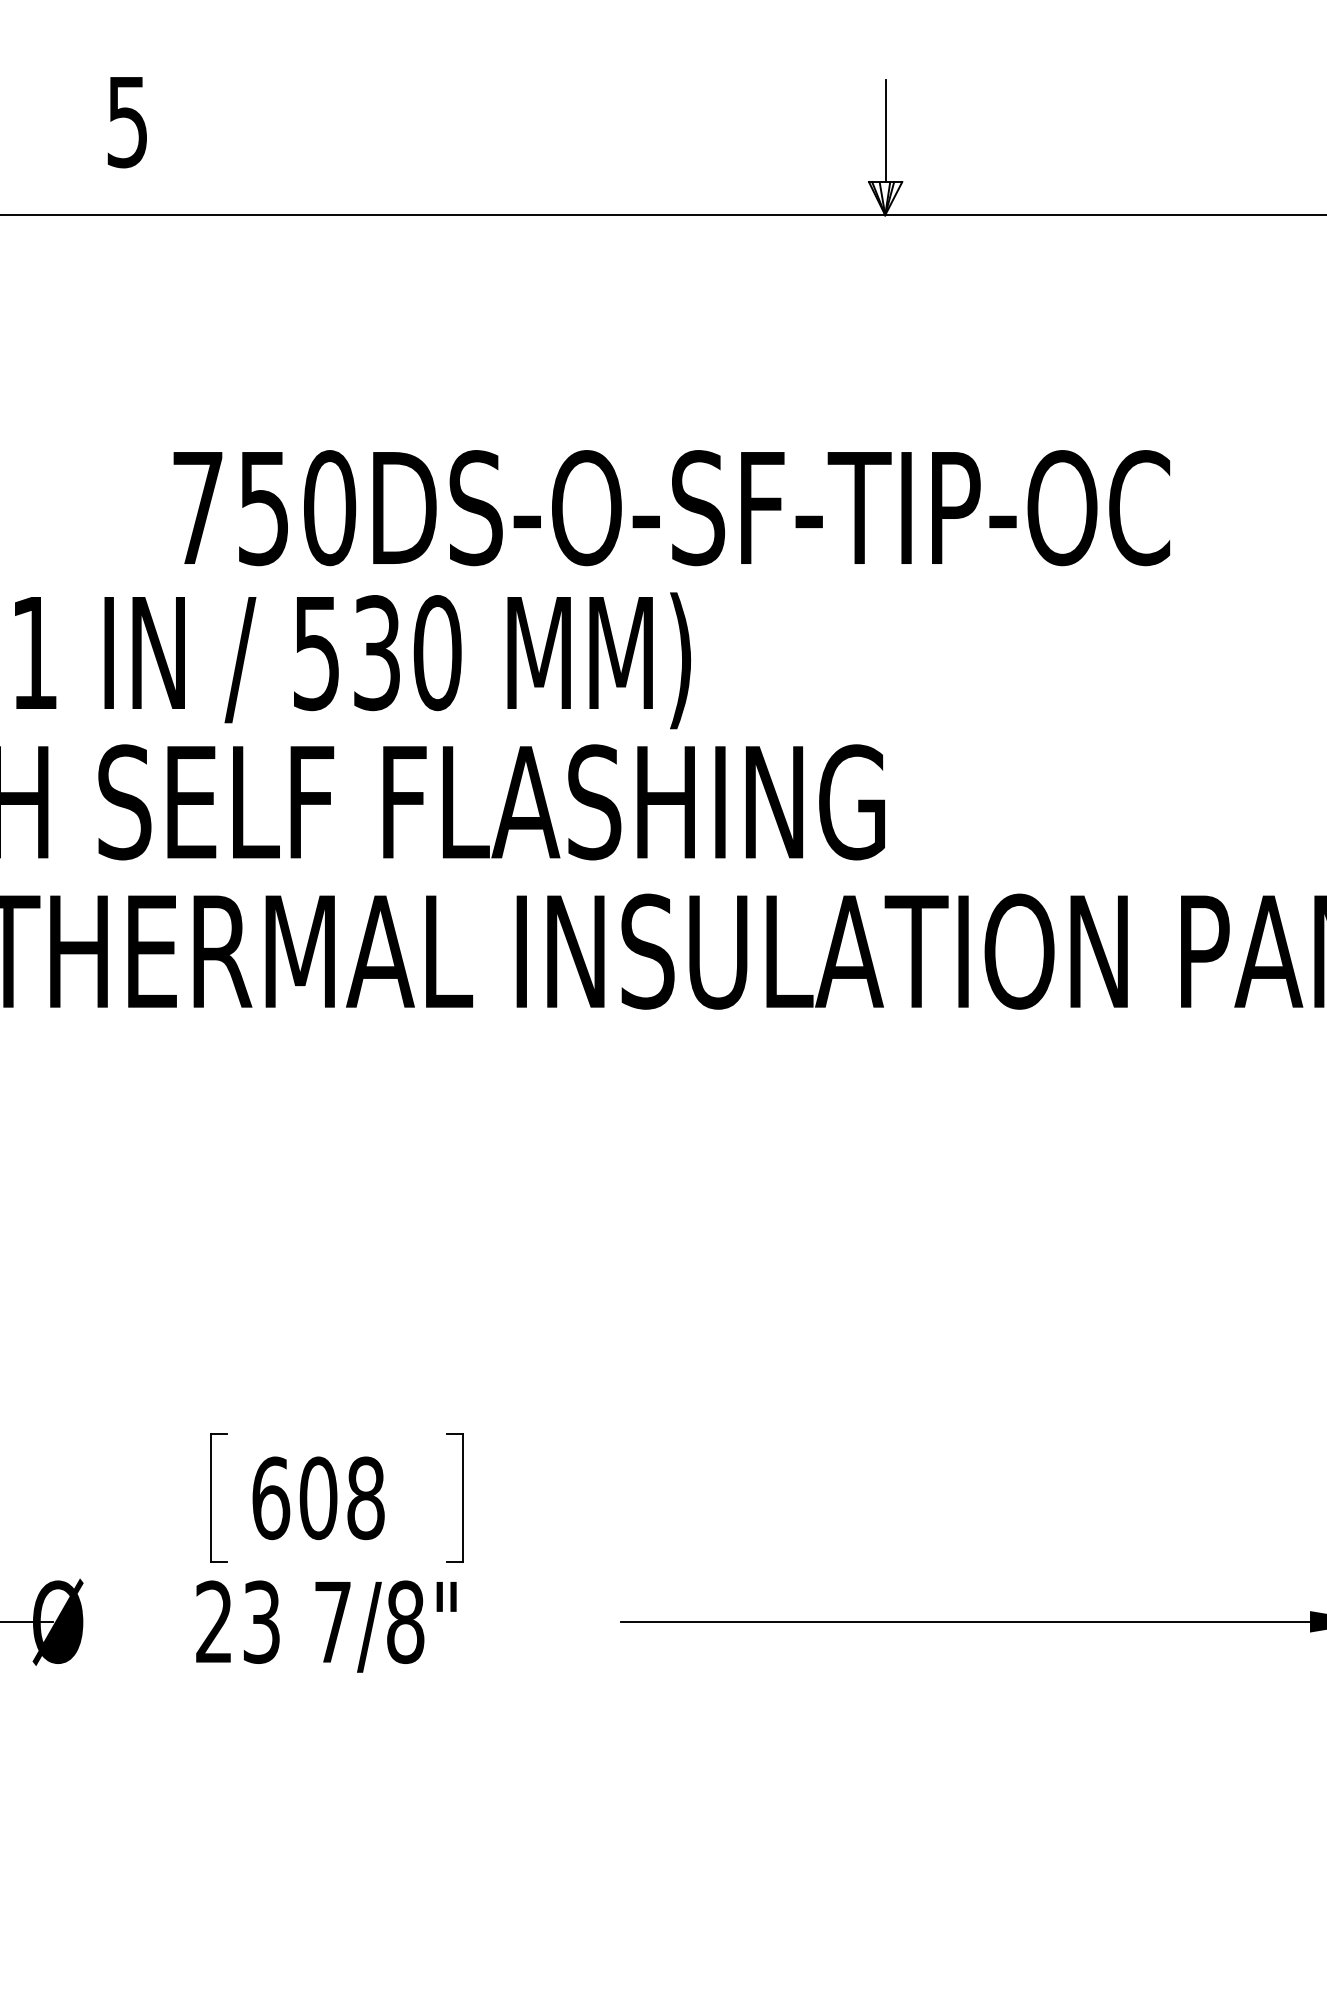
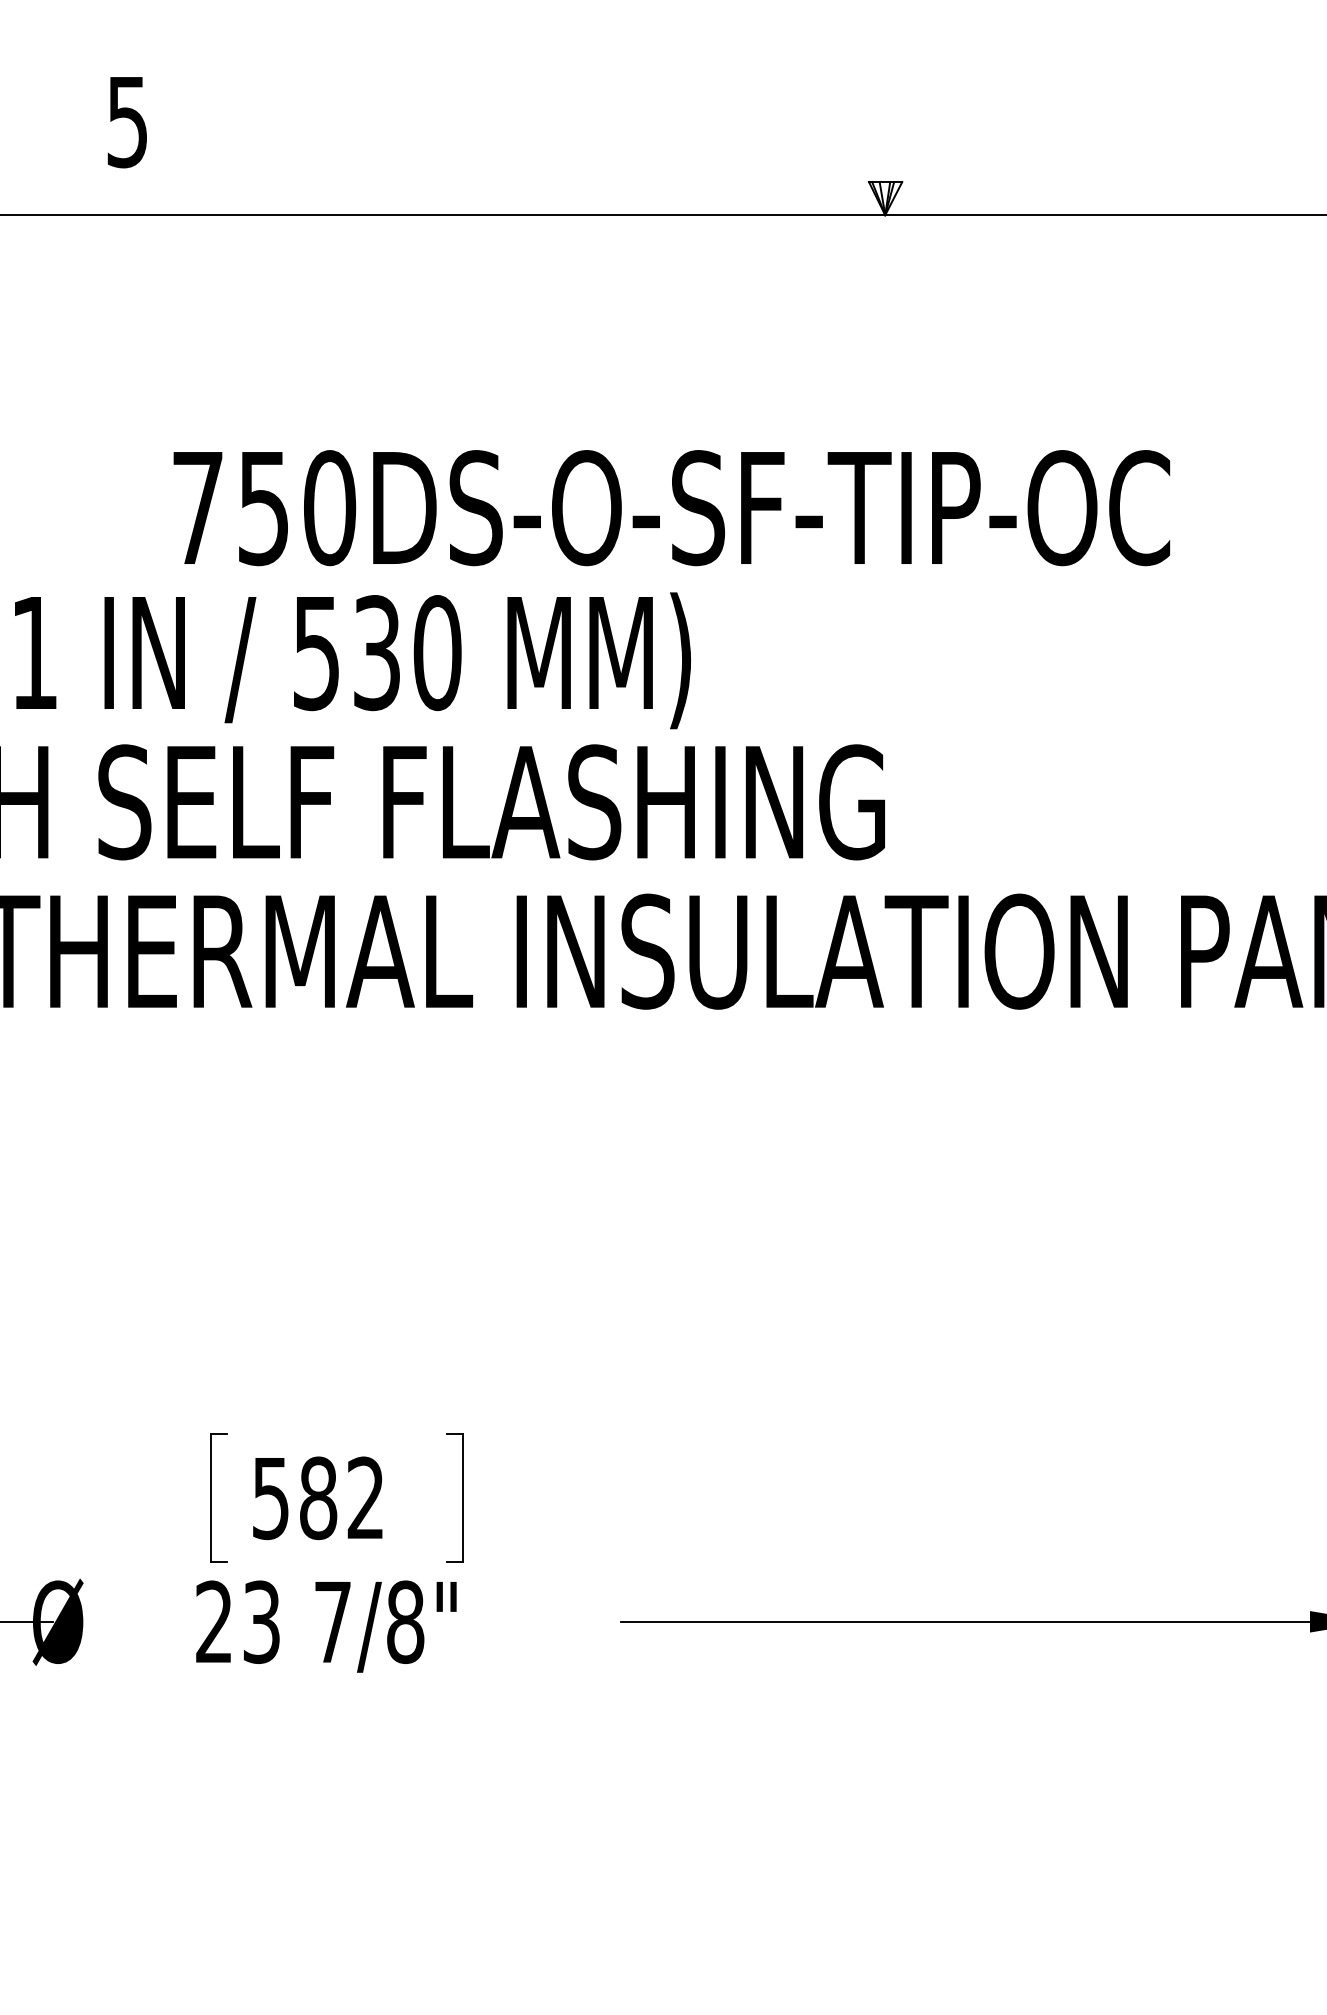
line at (885, 130): present -> none
text at (318, 1498): 608 -> 582
